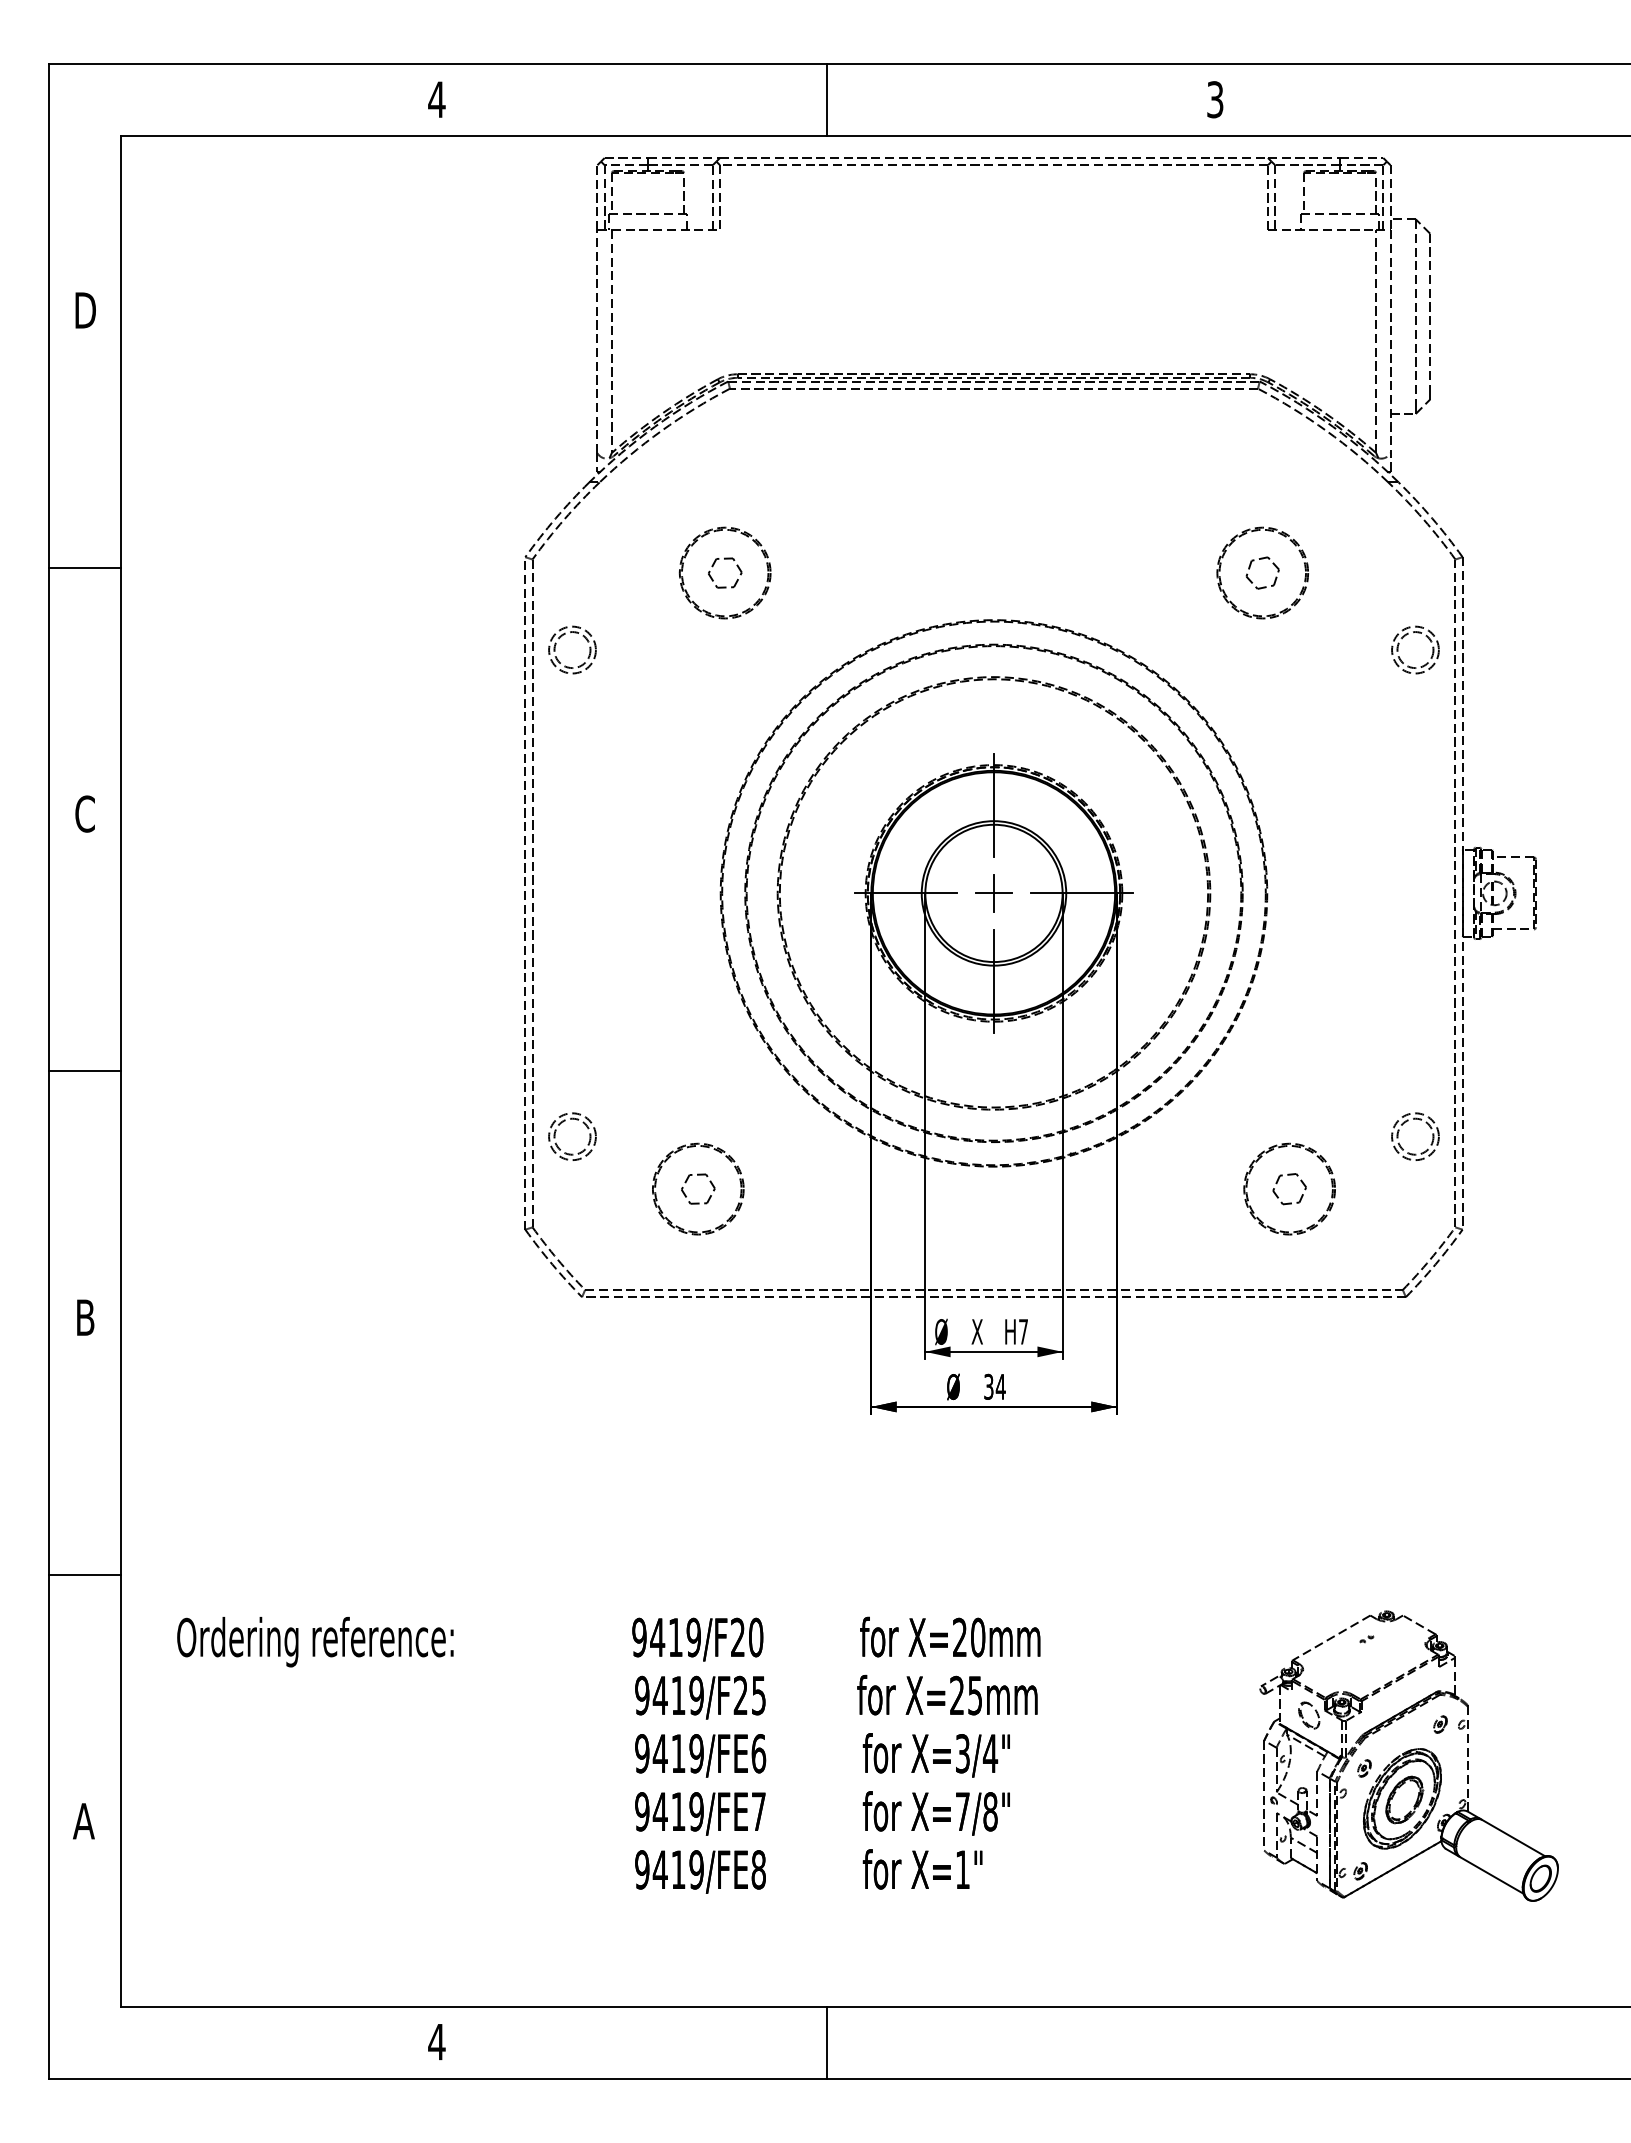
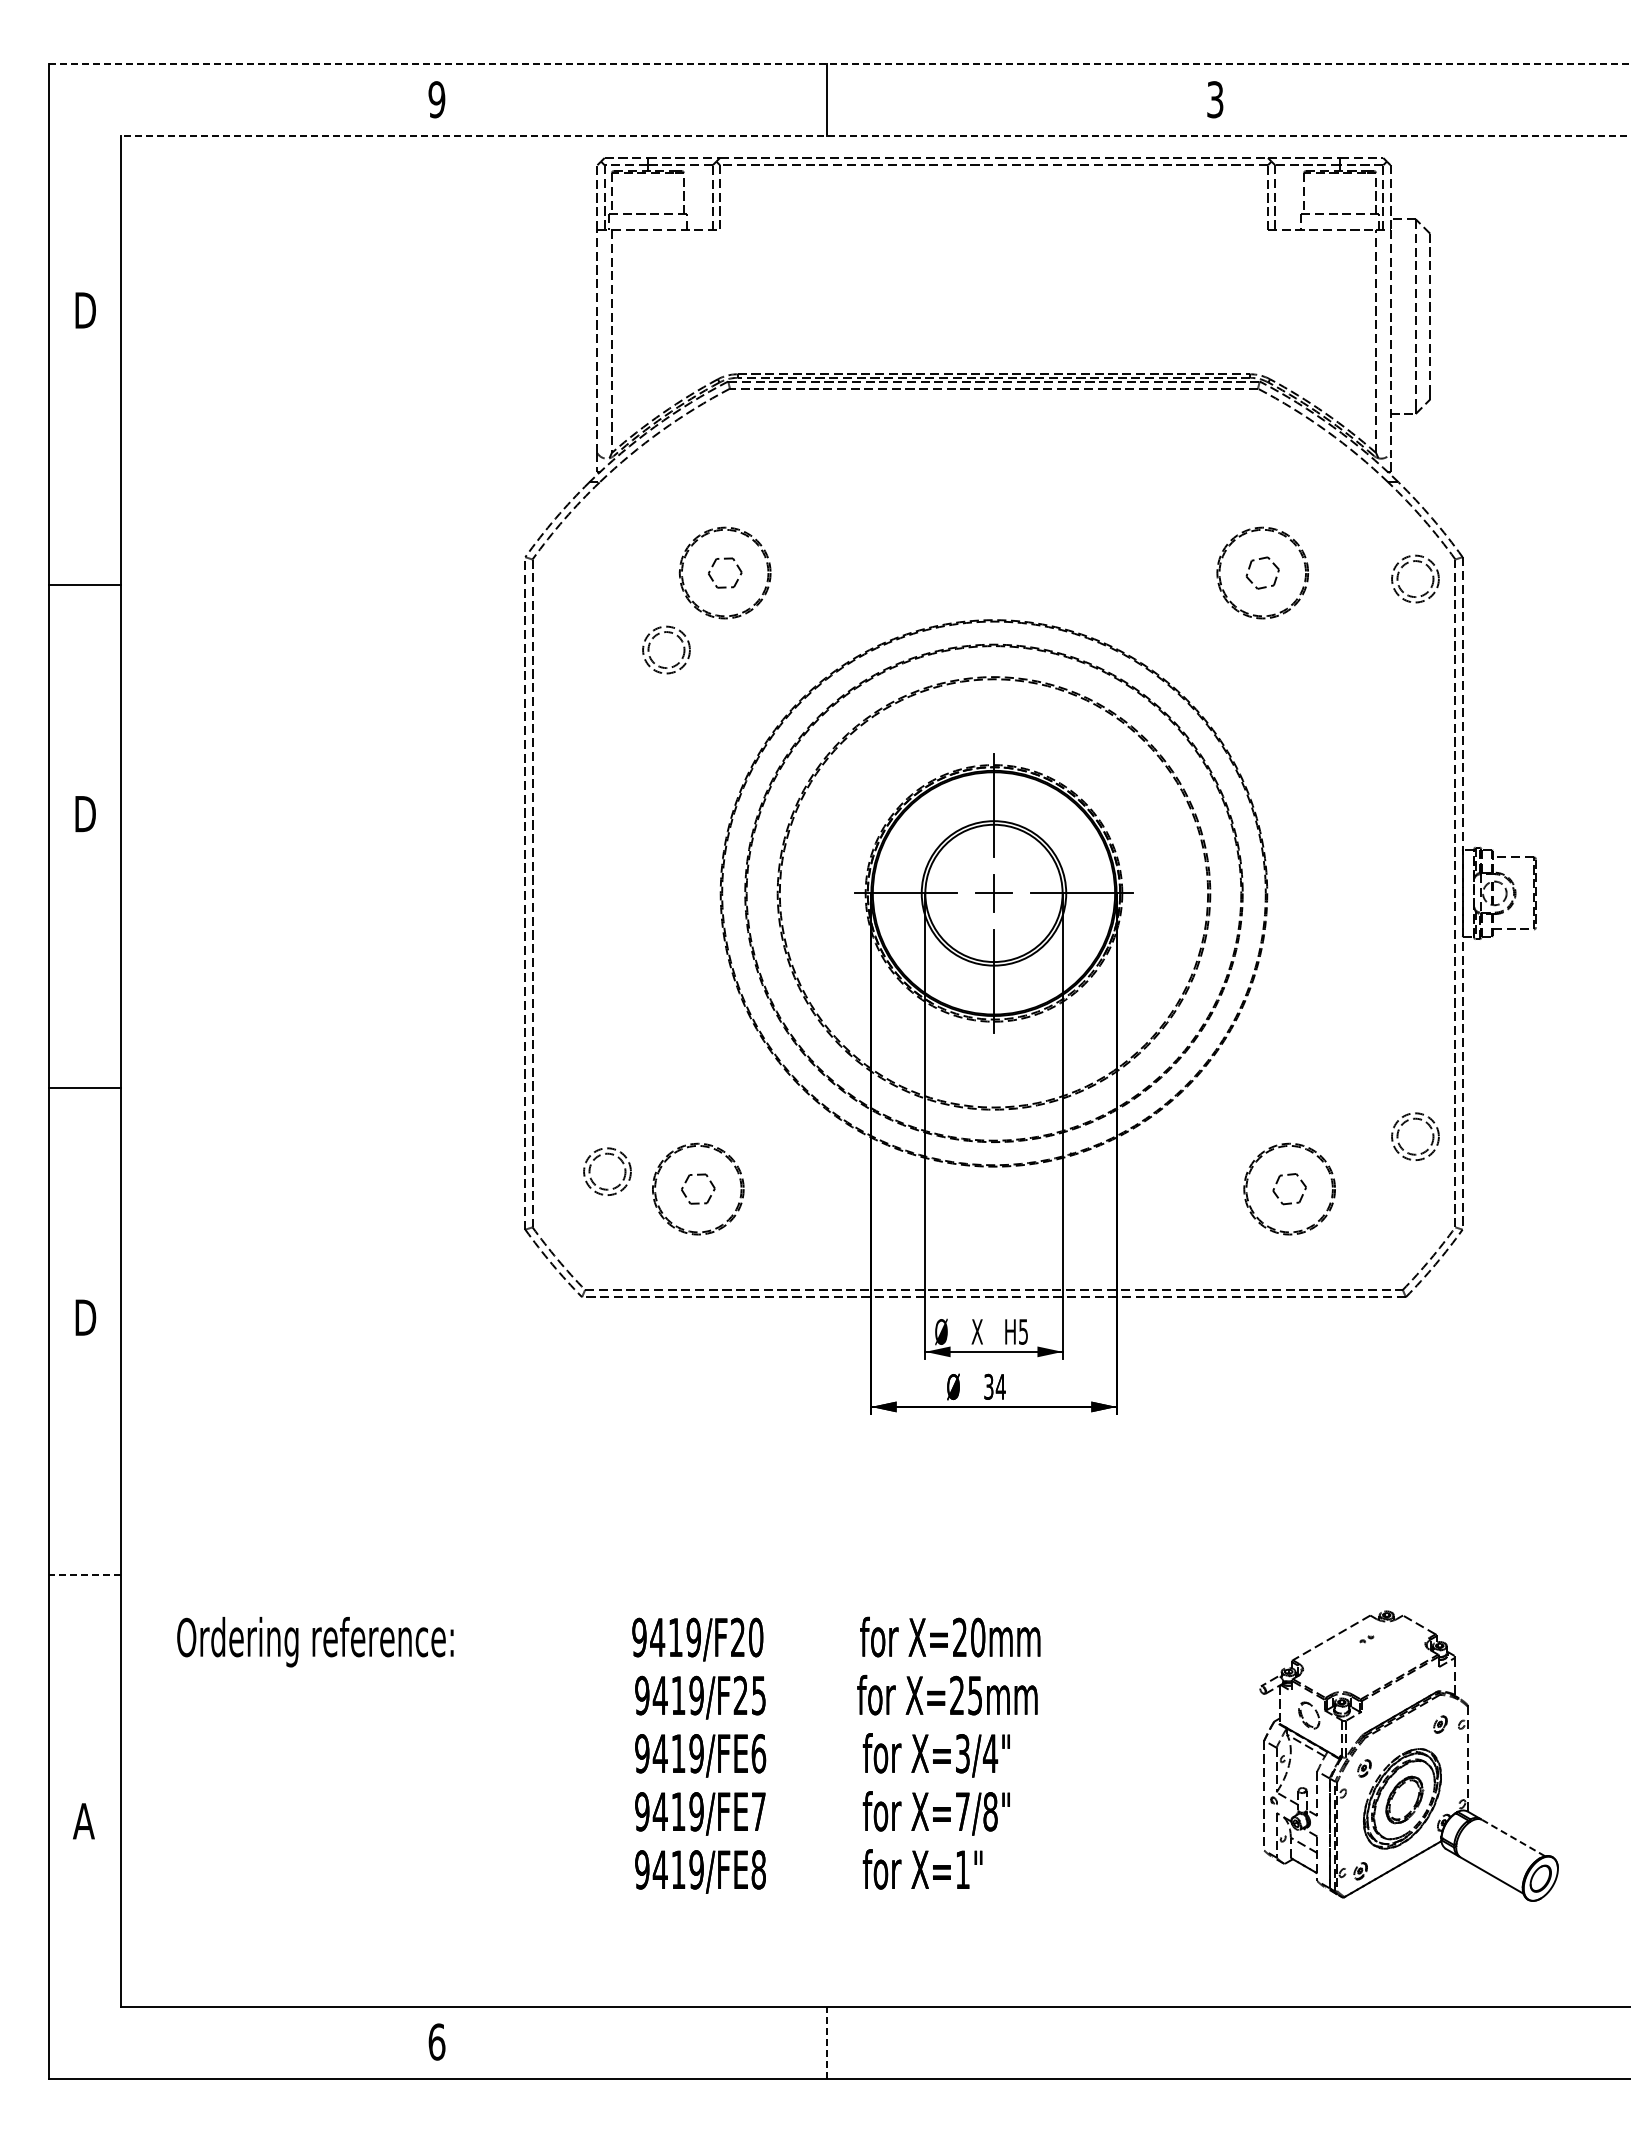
line at (839, 64): solid -> dashed
text at (436, 99): 4 -> 9
line at (875, 136): solid -> dashed
line at (85, 567) position: (85, 567) -> (85, 584)
part at (570, 633) position: (570, 633) -> (664, 633)
part at (1413, 633) position: (1413, 633) -> (1413, 562)
text at (85, 813): C -> D
line at (85, 1071) position: (85, 1071) -> (85, 1088)
part at (576, 1120) position: (576, 1120) -> (611, 1155)
text at (85, 1317): B -> D
text at (1023, 1331): H7 -> H5
line at (84, 1575): solid -> dashed
line at (1513, 1837): solid -> dashed
text at (436, 2041): 4 -> 6
line at (827, 2042): solid -> dashed
